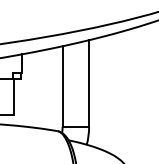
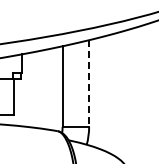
line at (89, 84): solid -> dashed
